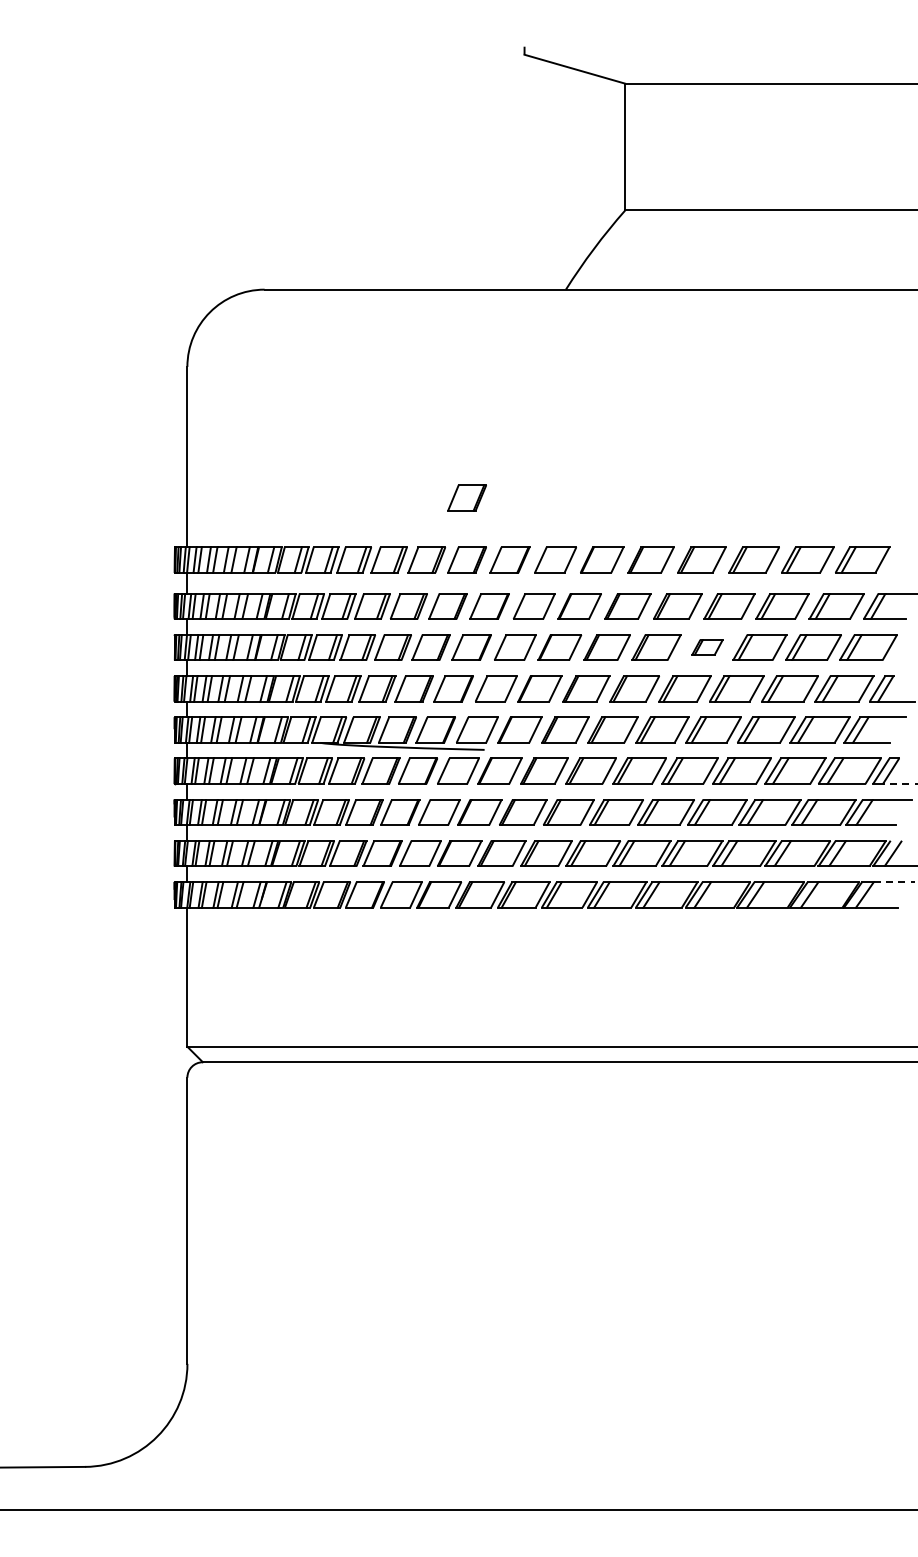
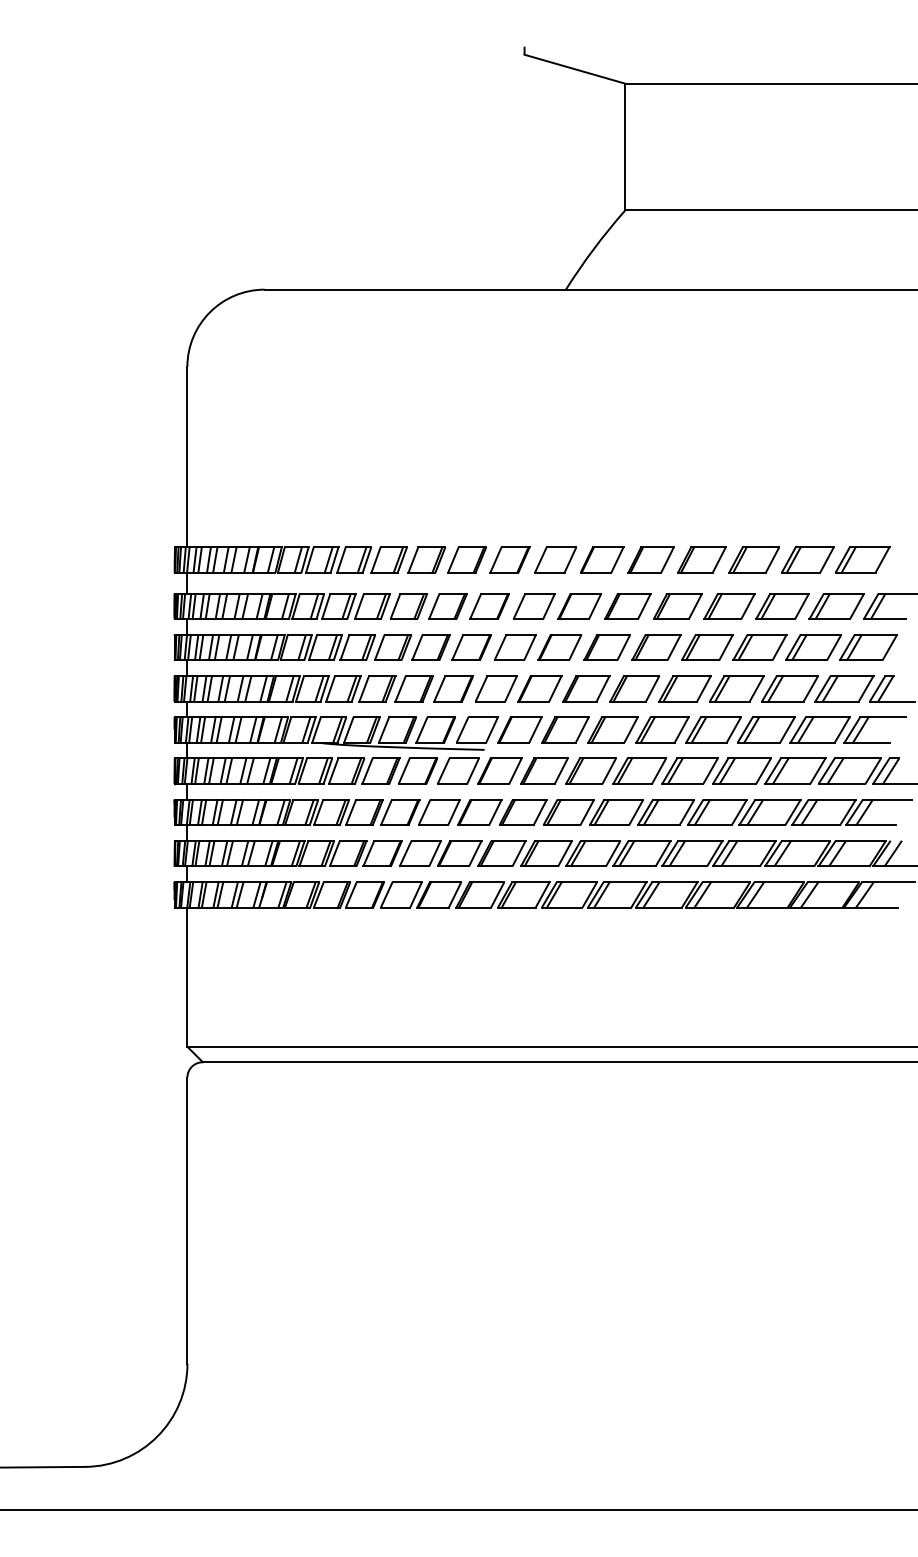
part at (466, 497): present -> none
part at (707, 647) size: 33x17 px -> 53x27 px
line at (899, 784): dashed -> solid
line at (894, 881): dashed -> solid
